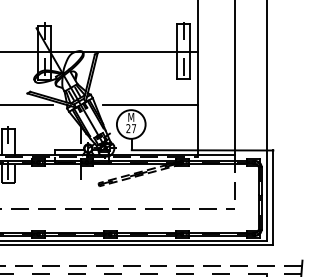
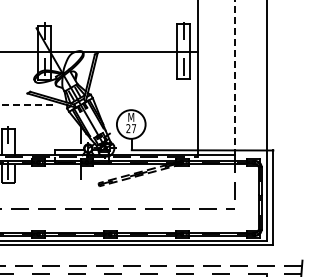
line at (234, 78): solid -> dashed
line at (26, 104): solid -> dashed
line at (150, 104): present -> none
